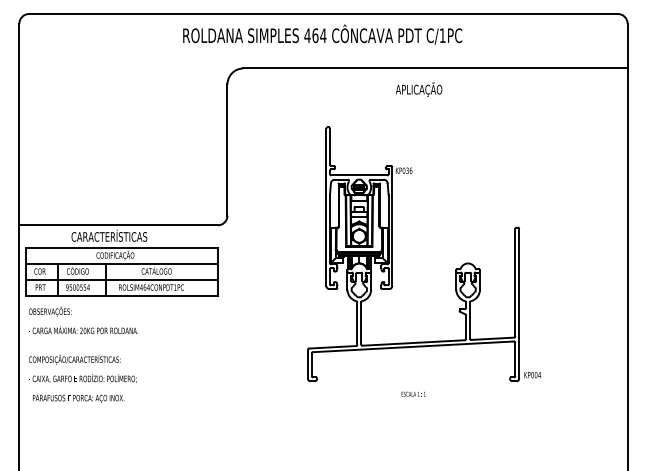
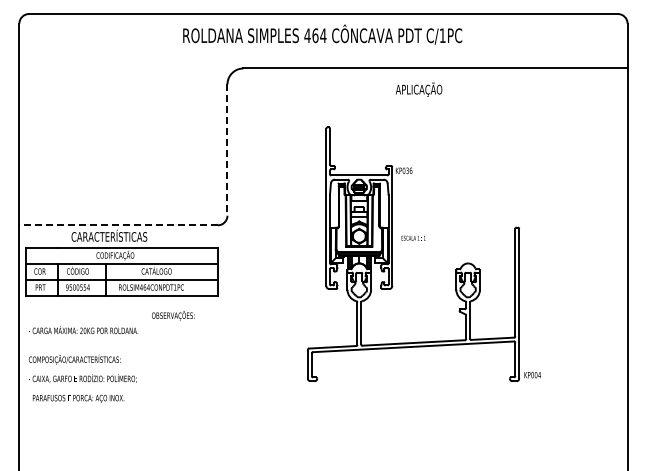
line at (227, 150): solid -> dashed
line at (118, 225): solid -> dashed
text at (50, 311) position: (50, 311) -> (173, 315)
text at (413, 393) position: (413, 393) -> (413, 237)
